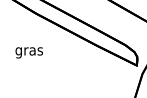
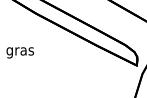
text at (28, 52) position: (28, 52) -> (19, 52)
